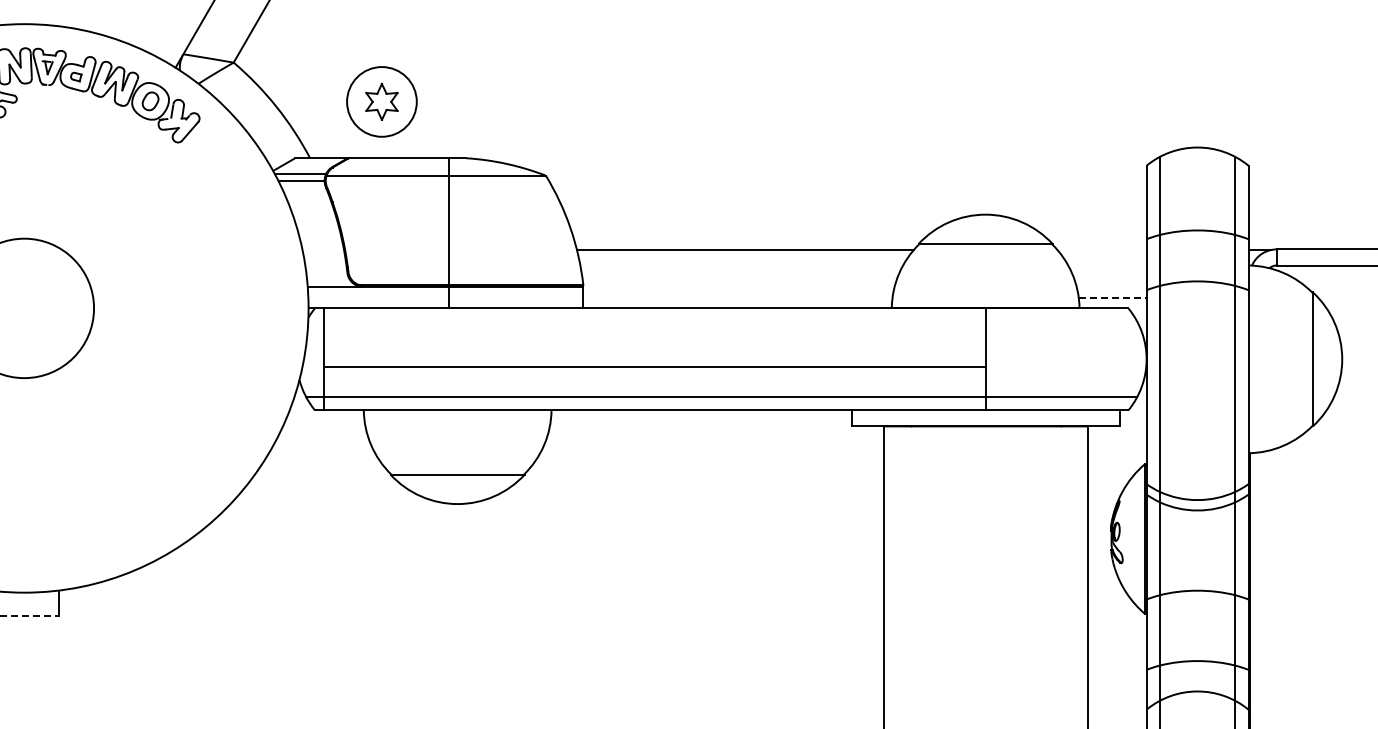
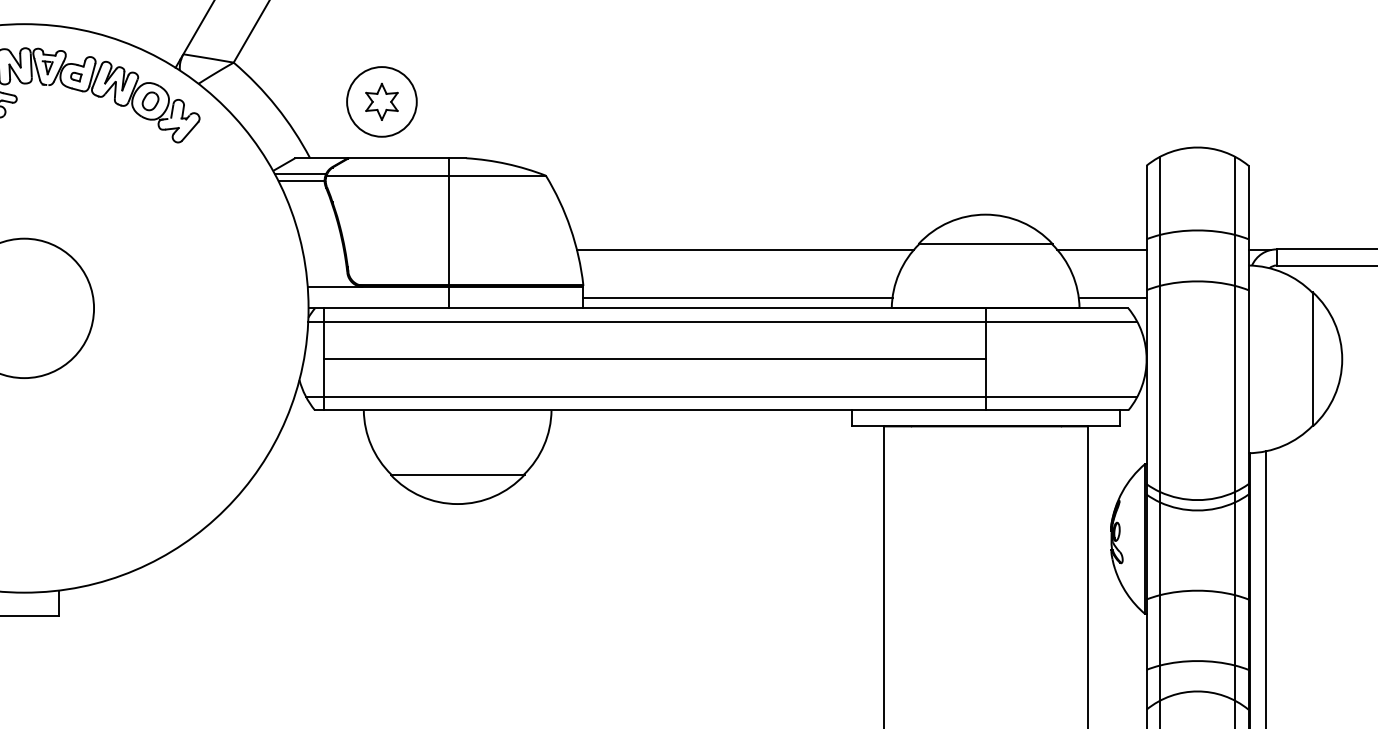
line at (1101, 249): none -> present
line at (737, 297): none -> present
line at (1112, 297): dashed -> solid
line at (722, 321): none -> present
line at (654, 367) position: (654, 367) -> (654, 359)
line at (1265, 588): none -> present
line at (30, 616): dashed -> solid
